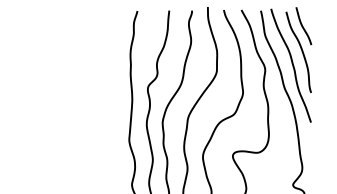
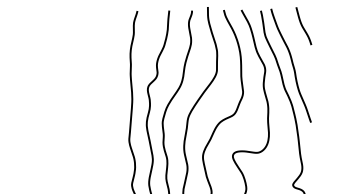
curve at (300, 49): present -> none
